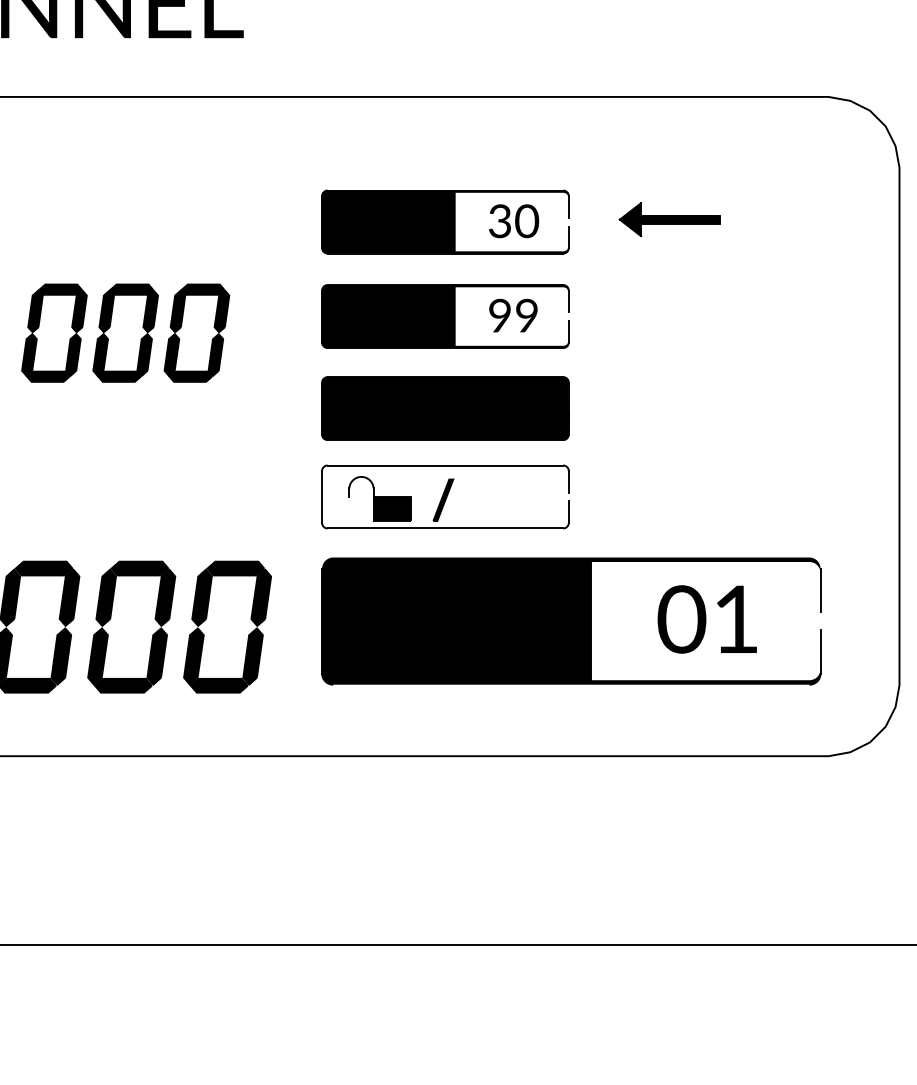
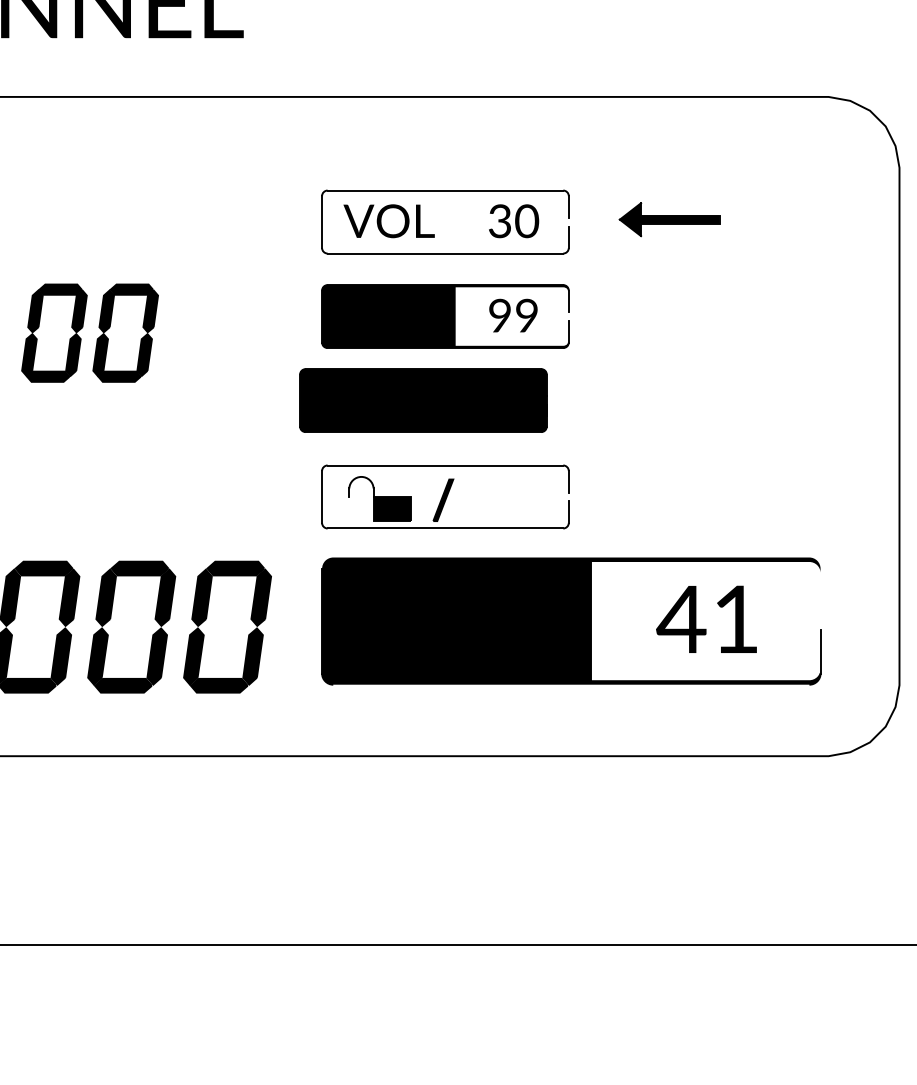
fill at (445, 221): present -> none
part at (196, 332): present -> none
part at (445, 408) position: (445, 408) -> (423, 400)
line at (820, 590): present -> none
text at (681, 619): 01 -> 41
